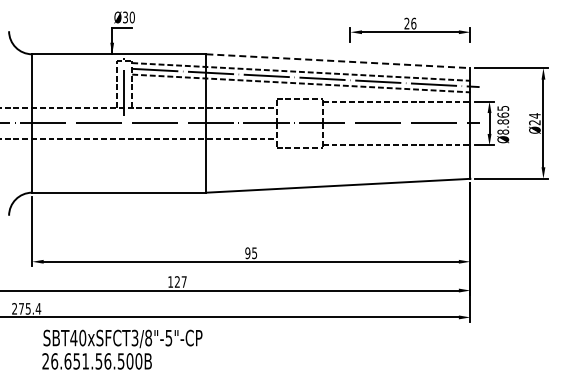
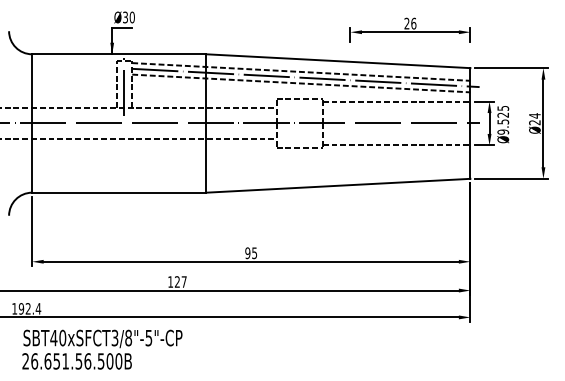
line at (338, 61): dashed -> solid
text at (503, 123): Ø8.865 -> Ø9.525
text at (21, 308): 275.4 -> 192.4
text at (122, 349) position: (122, 349) -> (102, 349)
